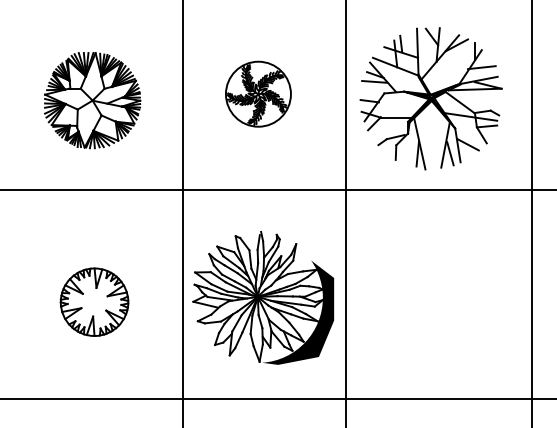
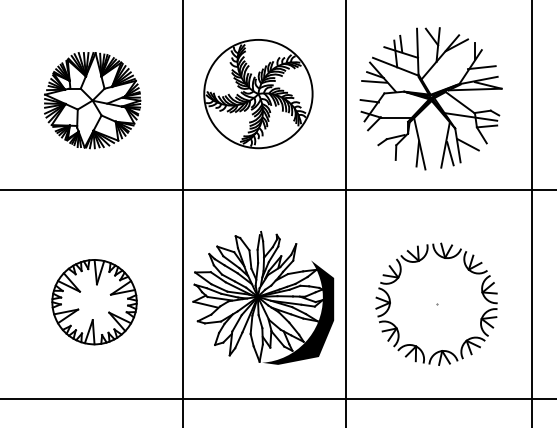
part at (258, 93) size: 67x68 px -> 111x111 px
part at (94, 301) size: 71x70 px -> 87x87 px
part at (436, 303): none -> present
